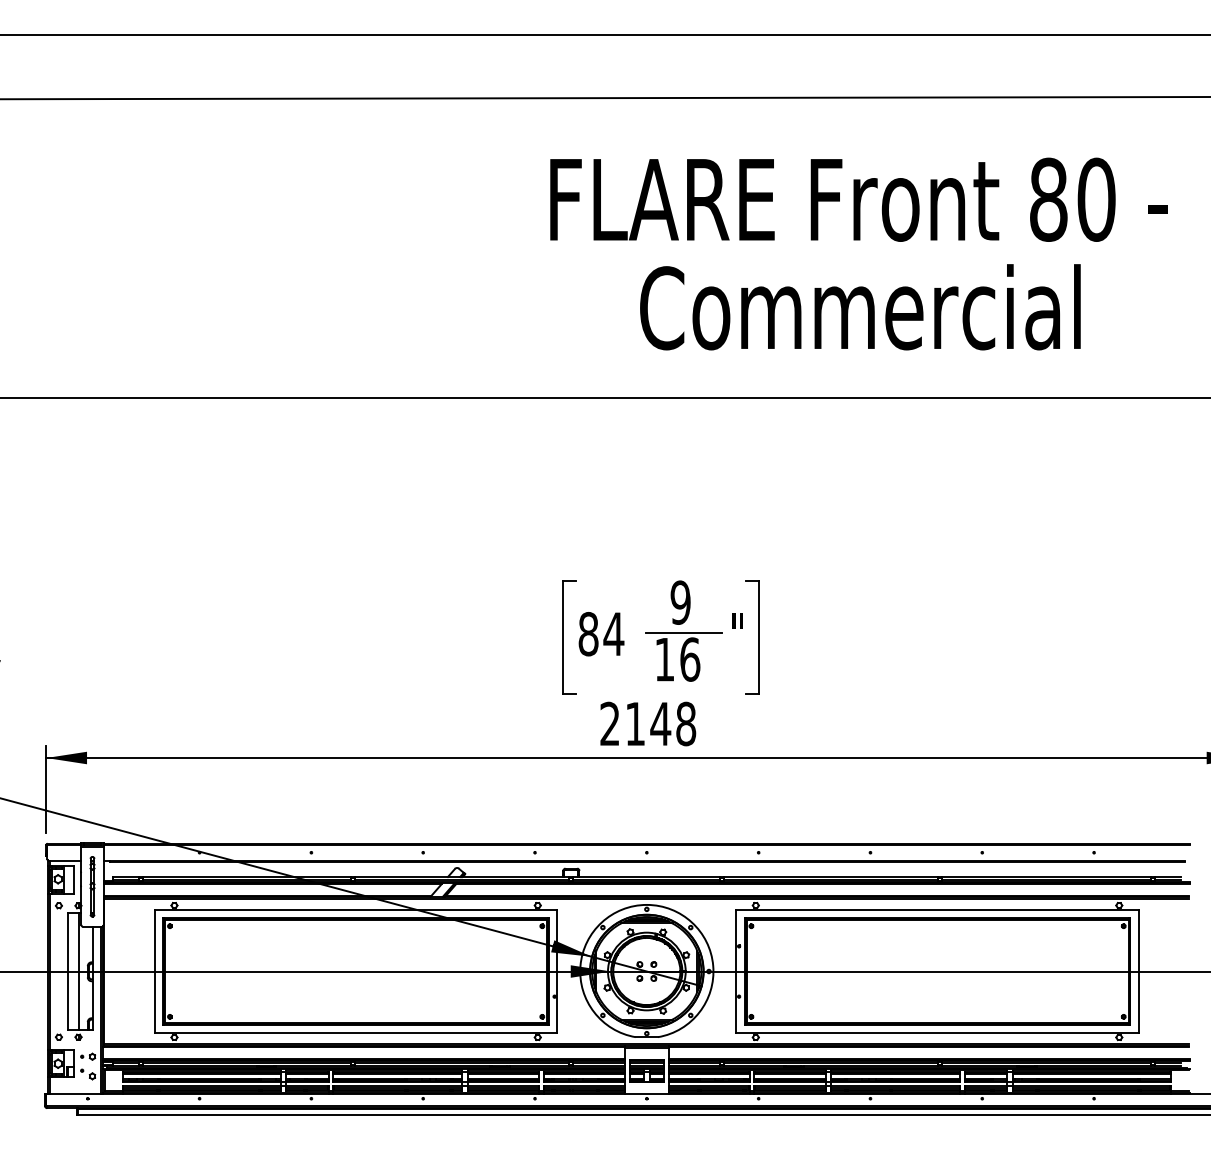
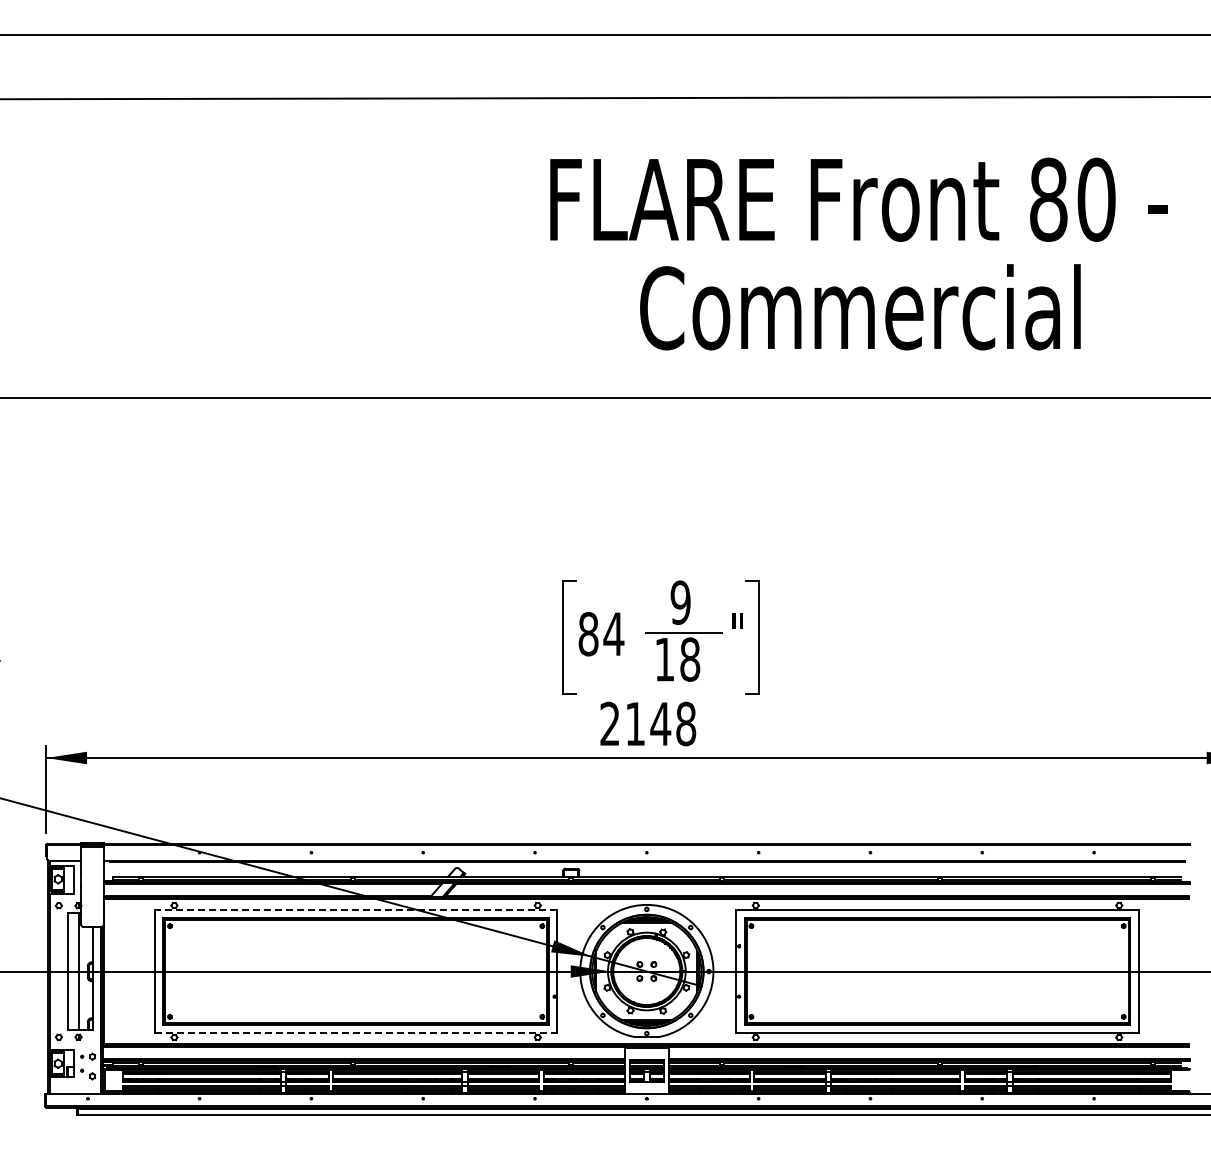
text at (690, 659): 16 -> 18
part at (92, 886): present -> none
line at (355, 910): solid -> dashed
line at (356, 1033): solid -> dashed
